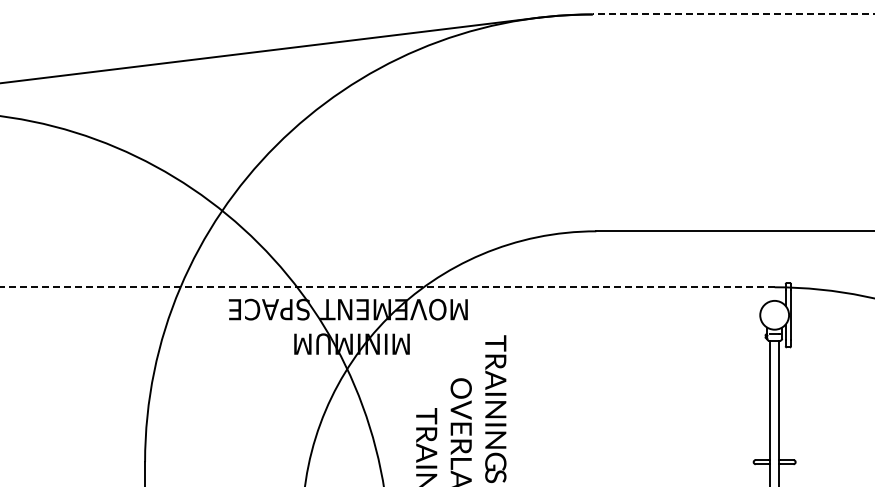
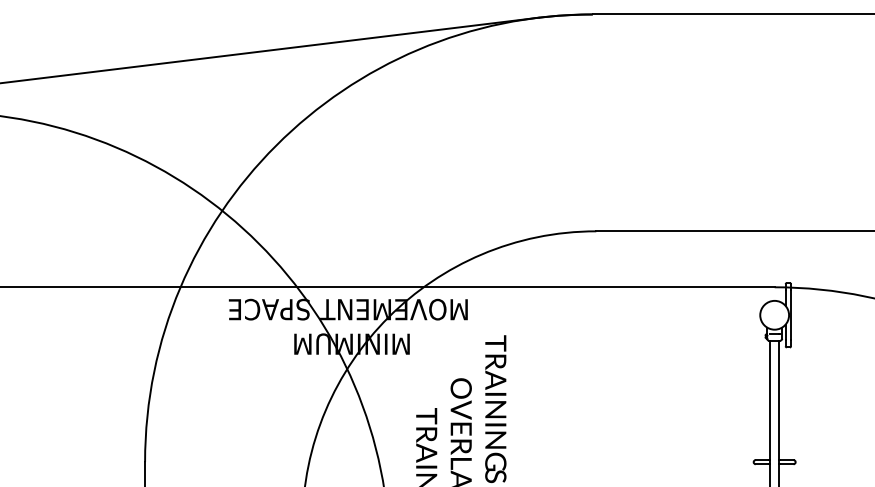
line at (733, 14): dashed -> solid
line at (386, 287): dashed -> solid
